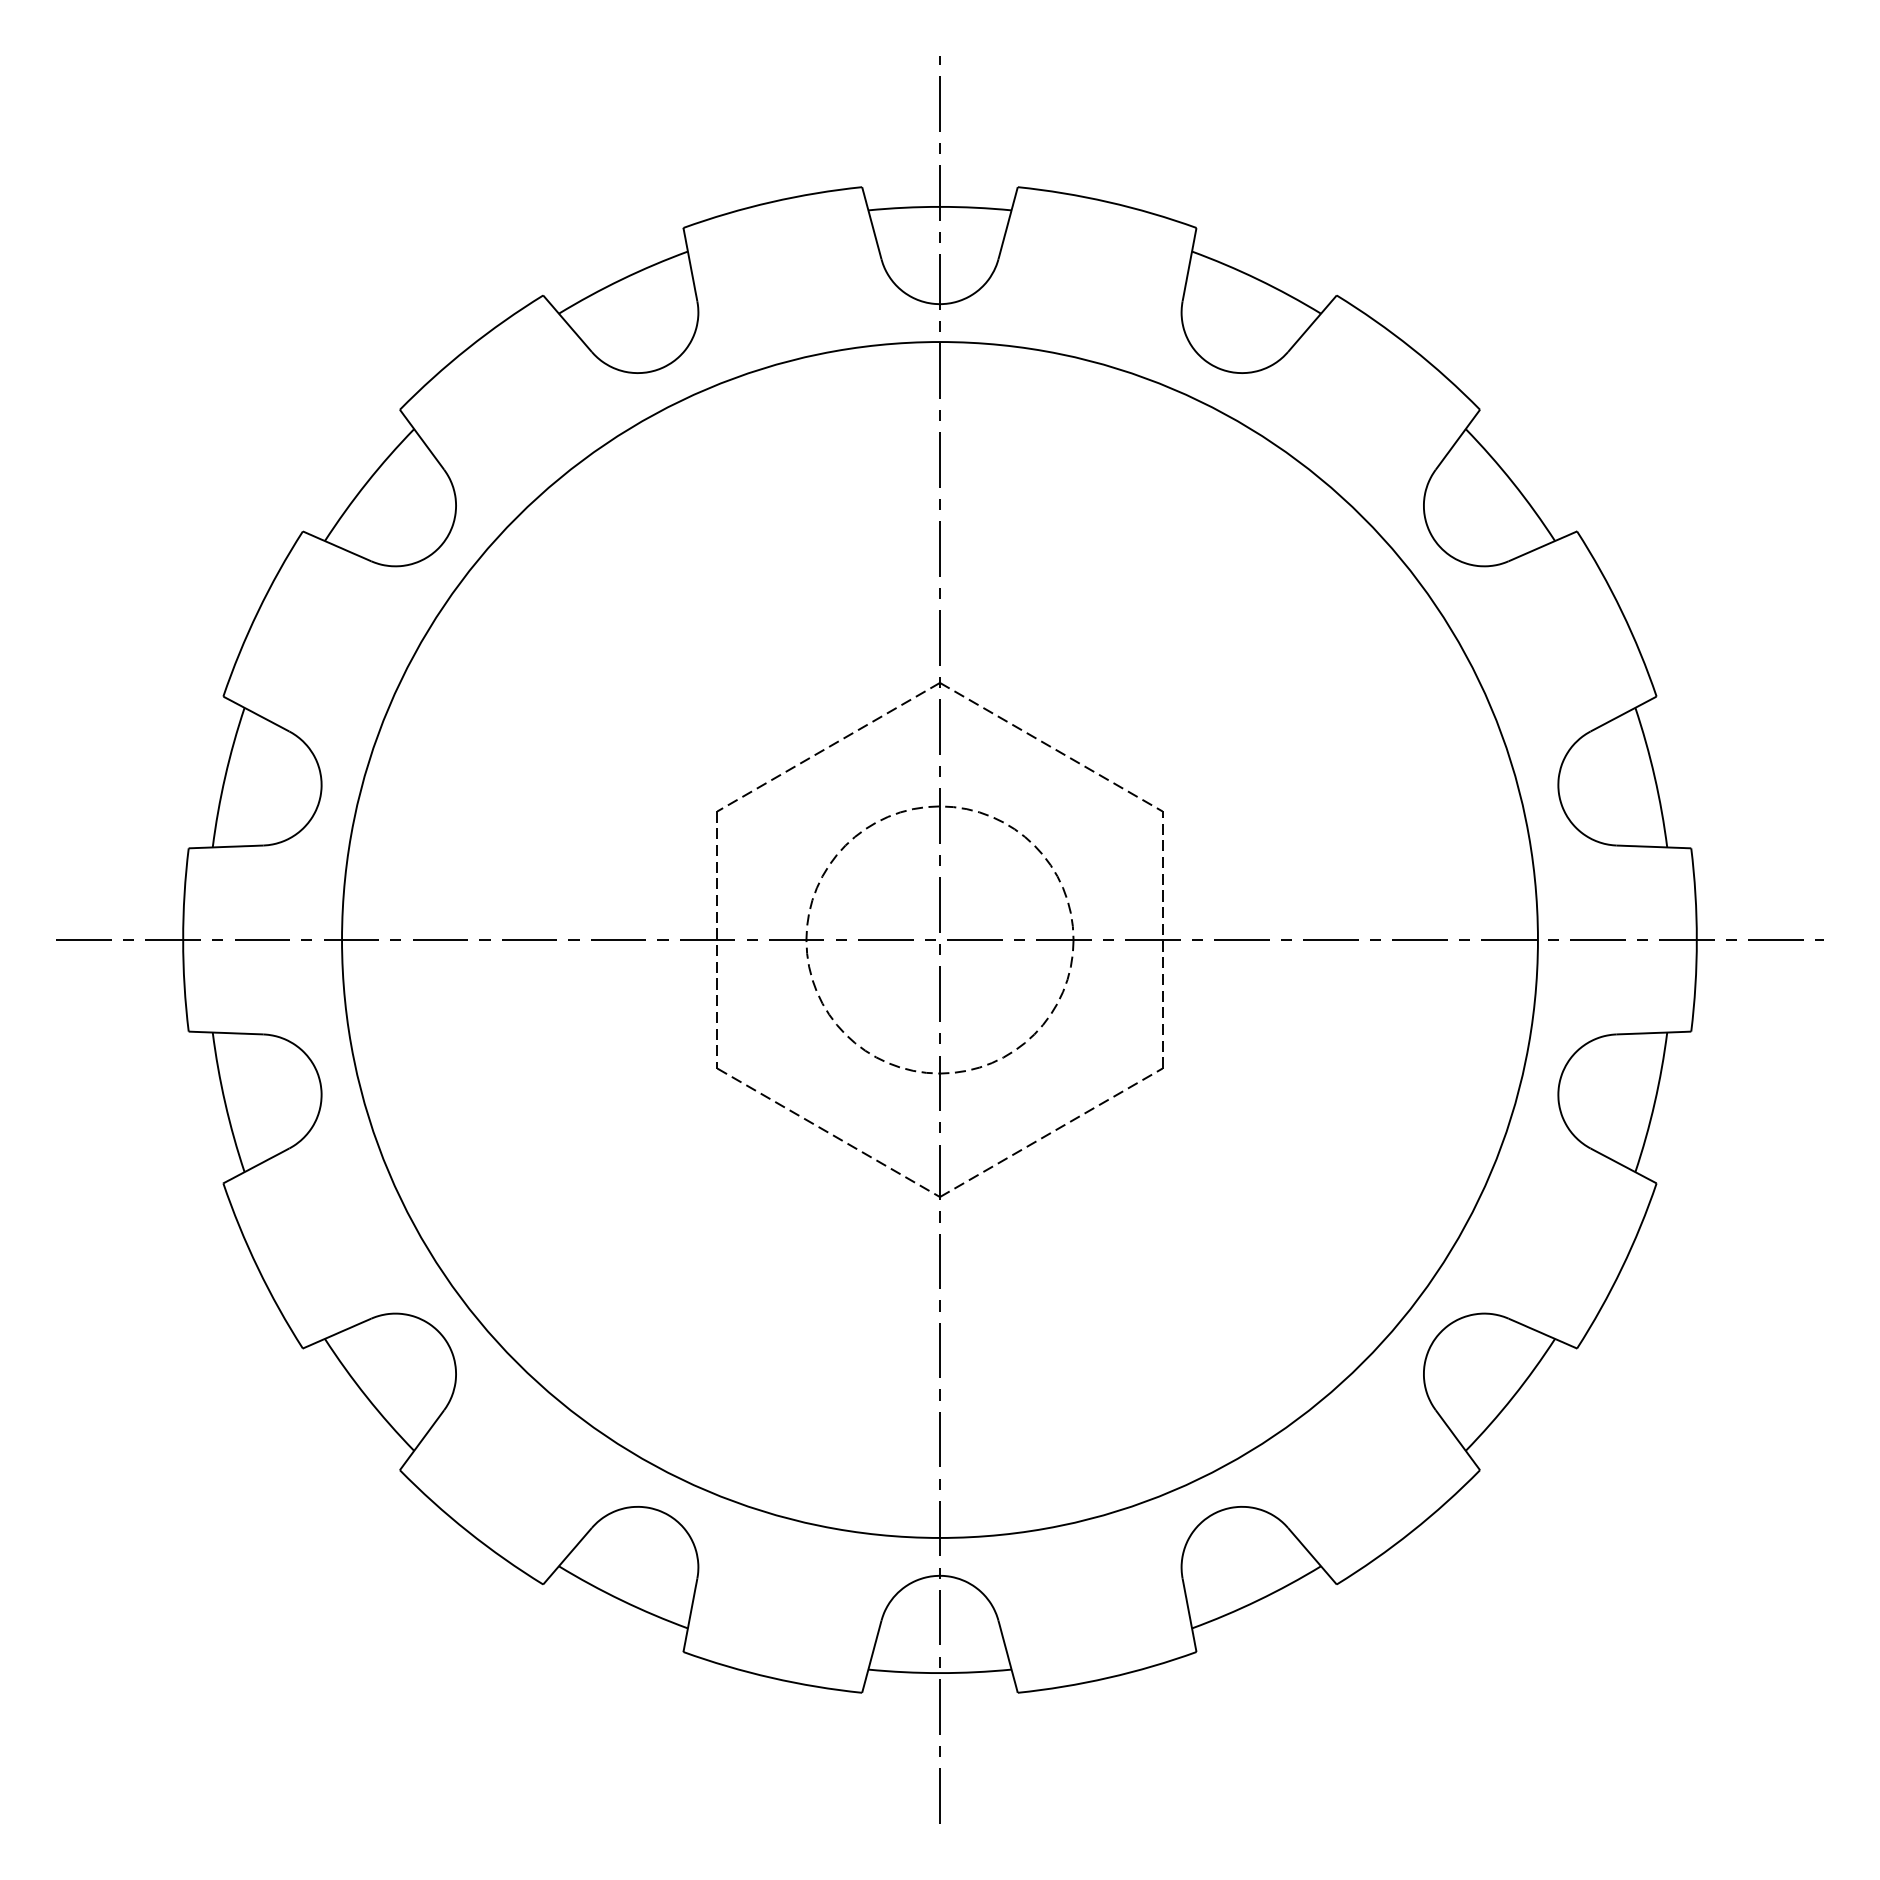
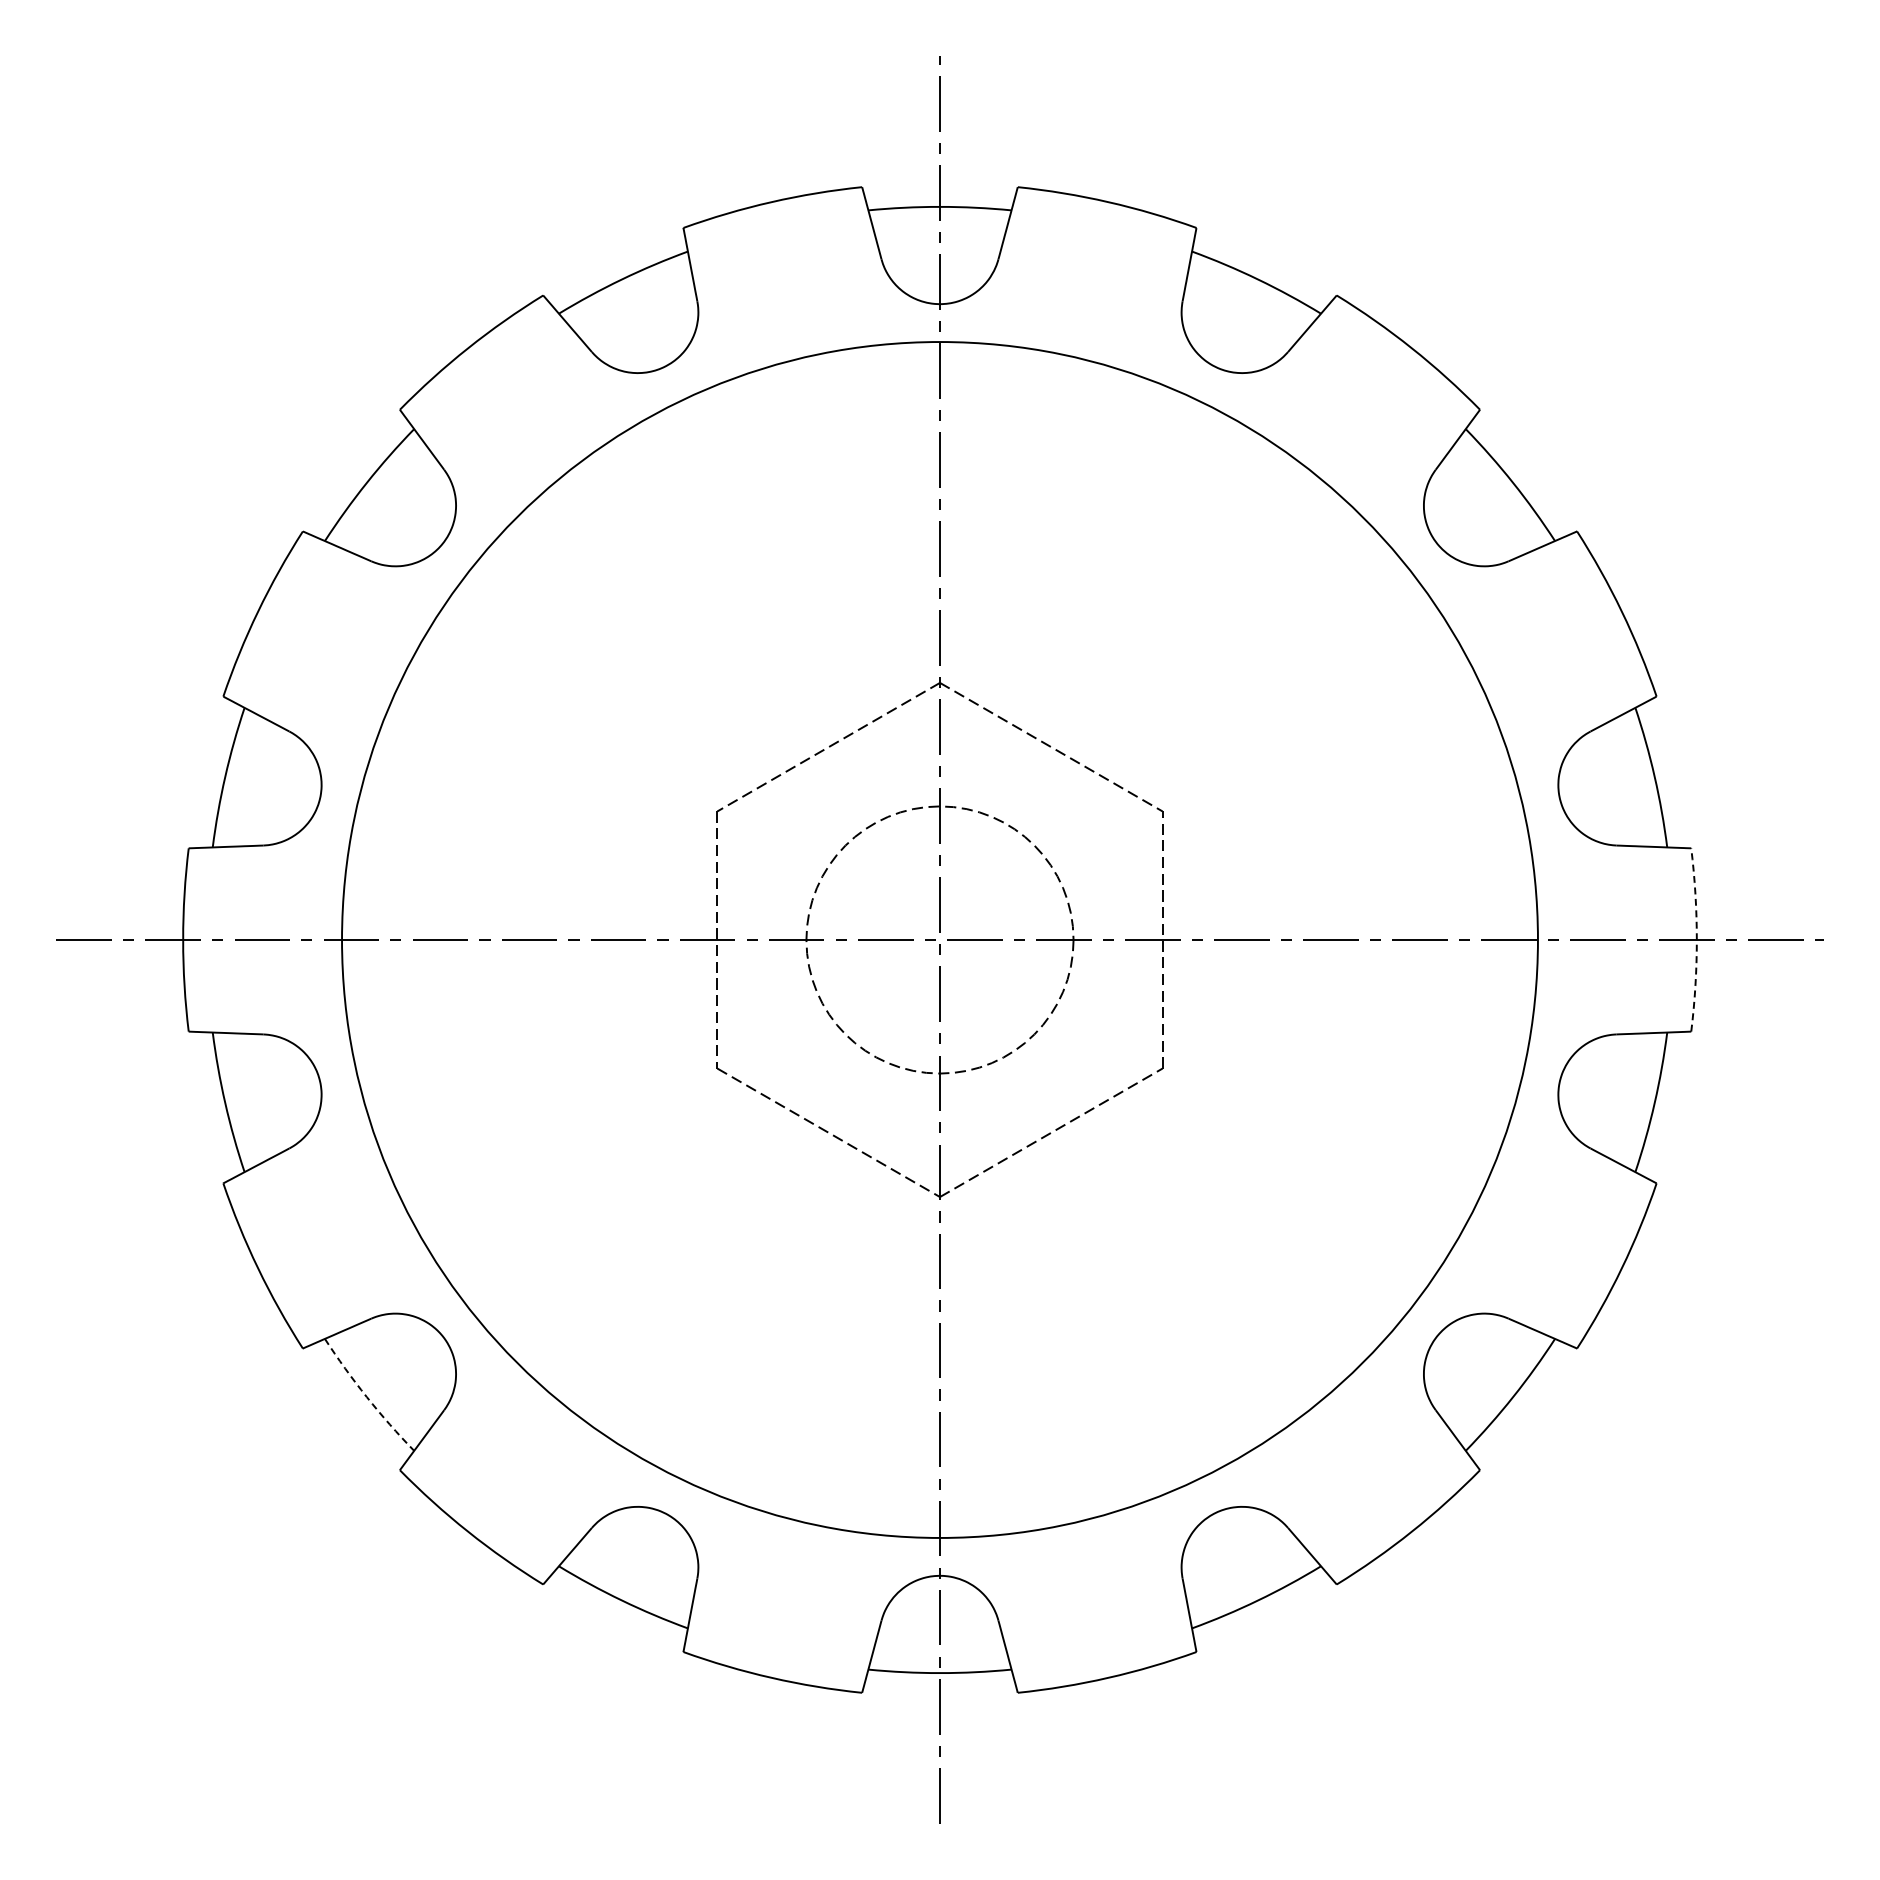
arc at (1696, 940): solid -> dashed
arc at (366, 1397): solid -> dashed
